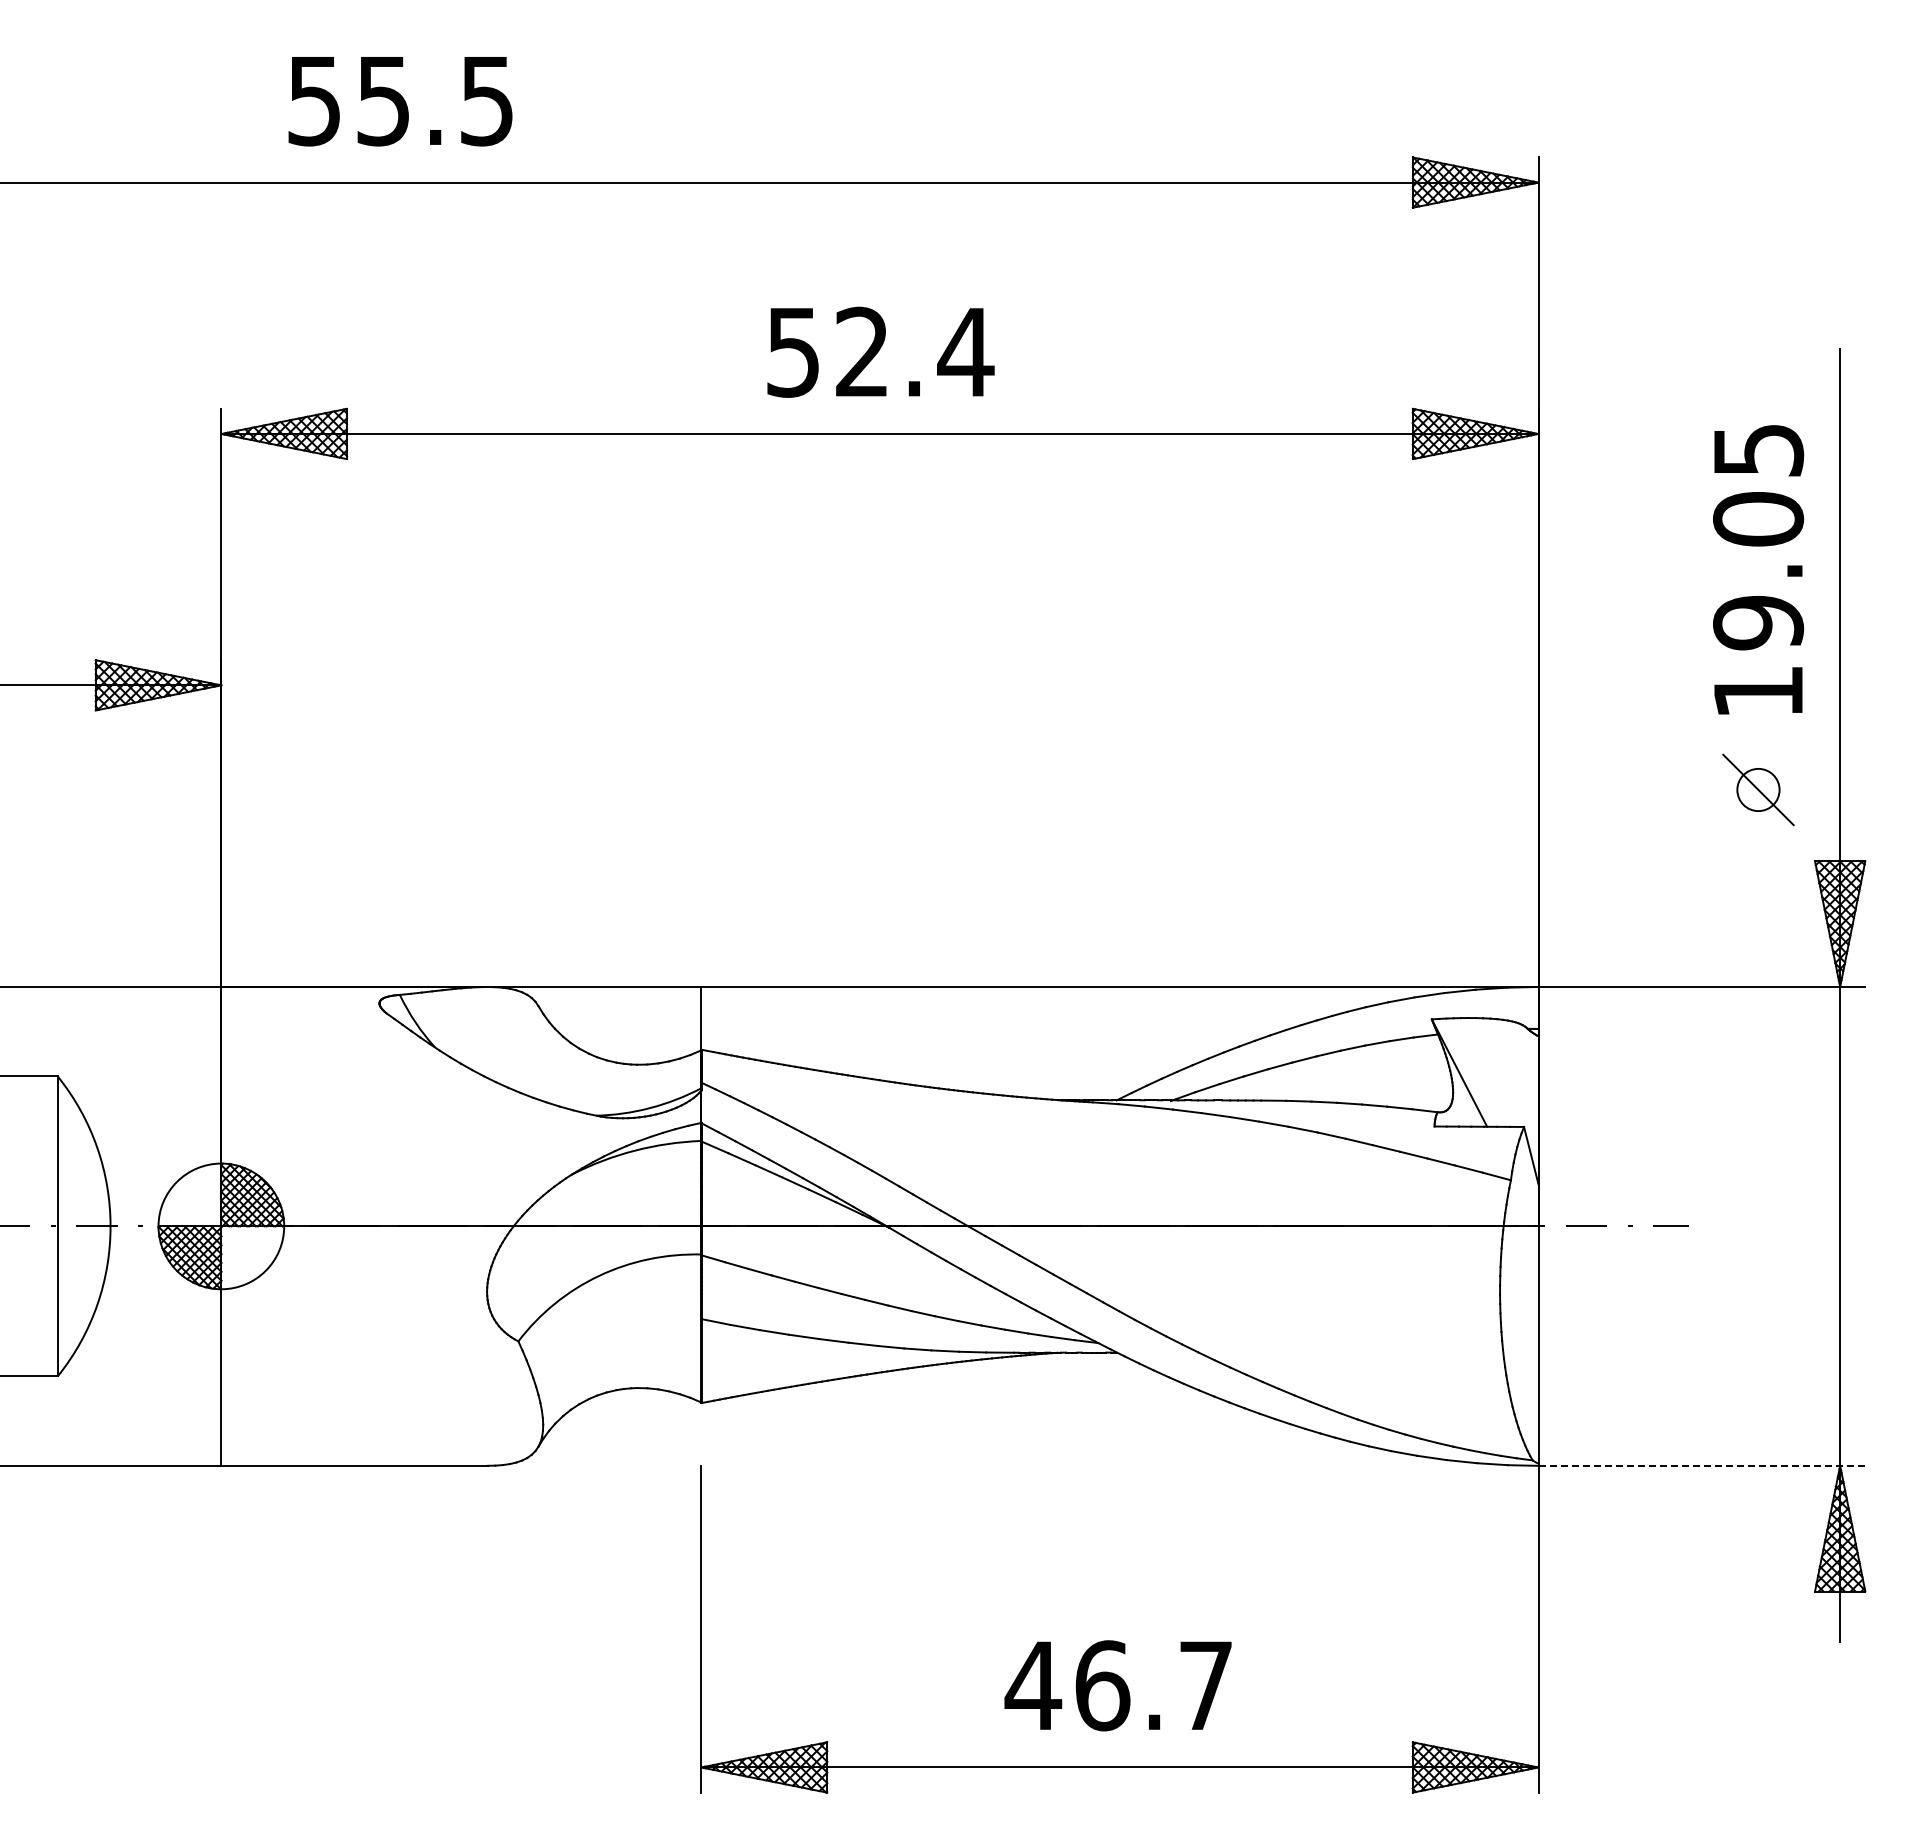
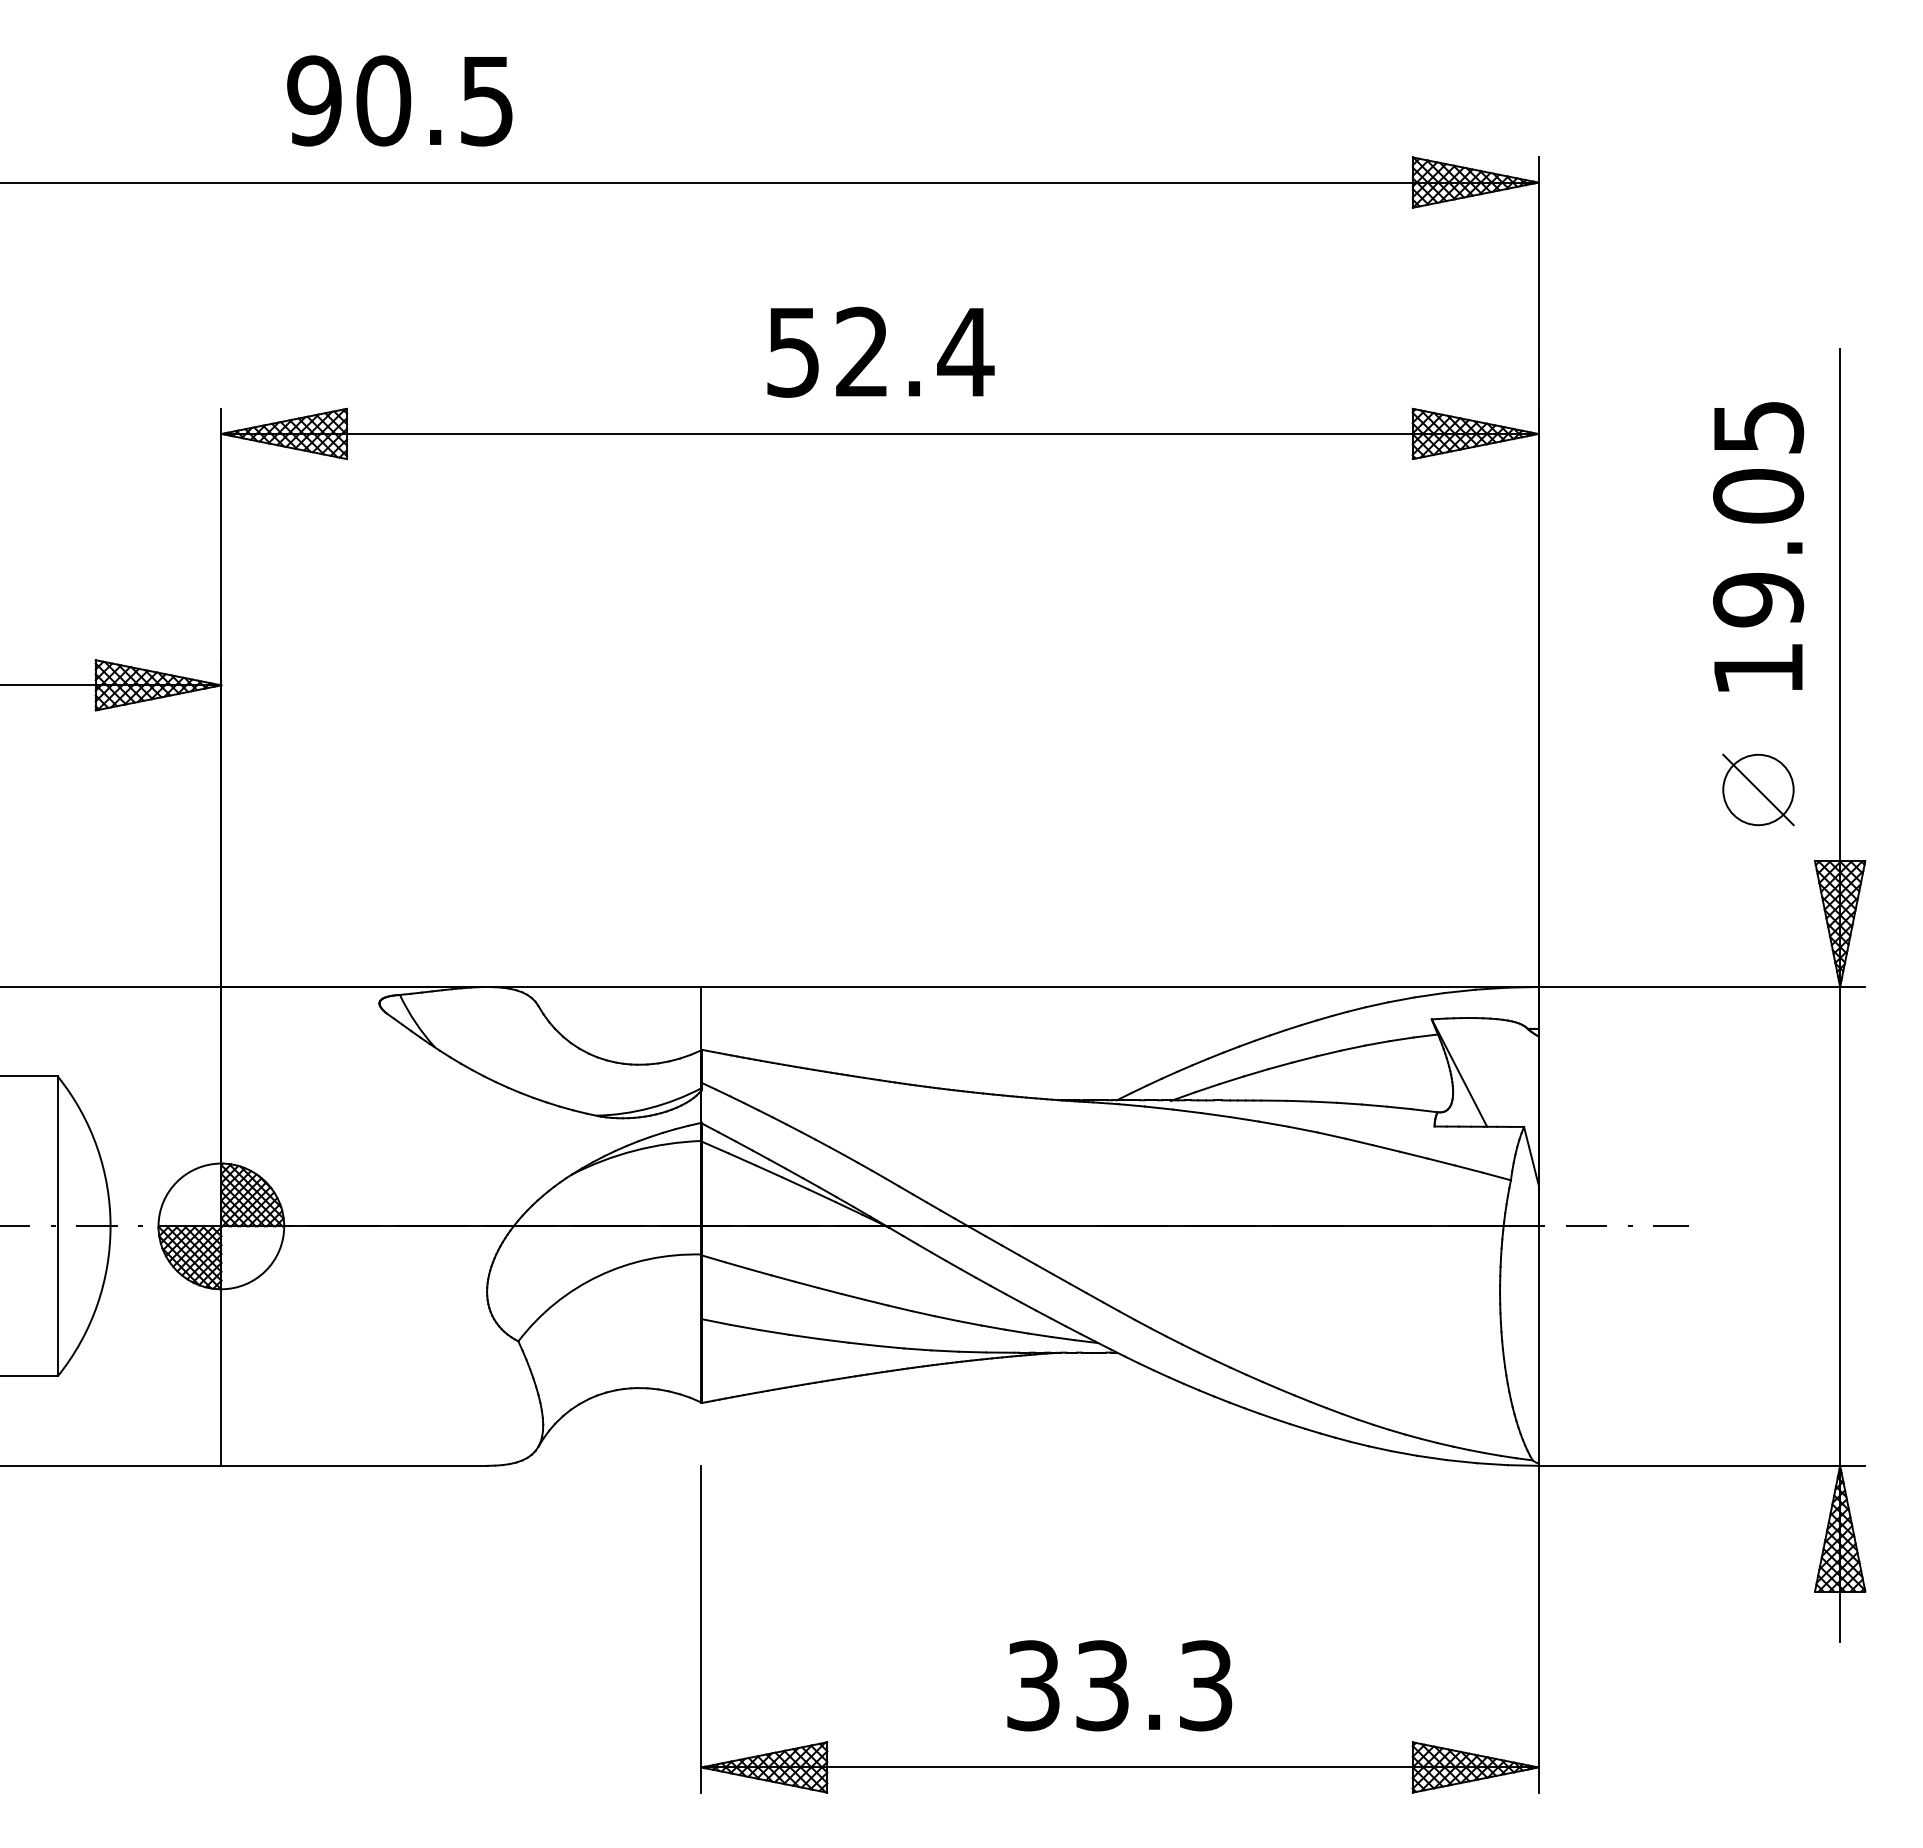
text at (349, 100): 55.5 -> 90.5
text at (1758, 569) position: (1758, 569) -> (1758, 546)
circle at (1758, 789) diameter: 42 px -> 70 px
line at (1702, 1465): dashed -> solid
text at (1118, 1685): 46.7 -> 33.3
